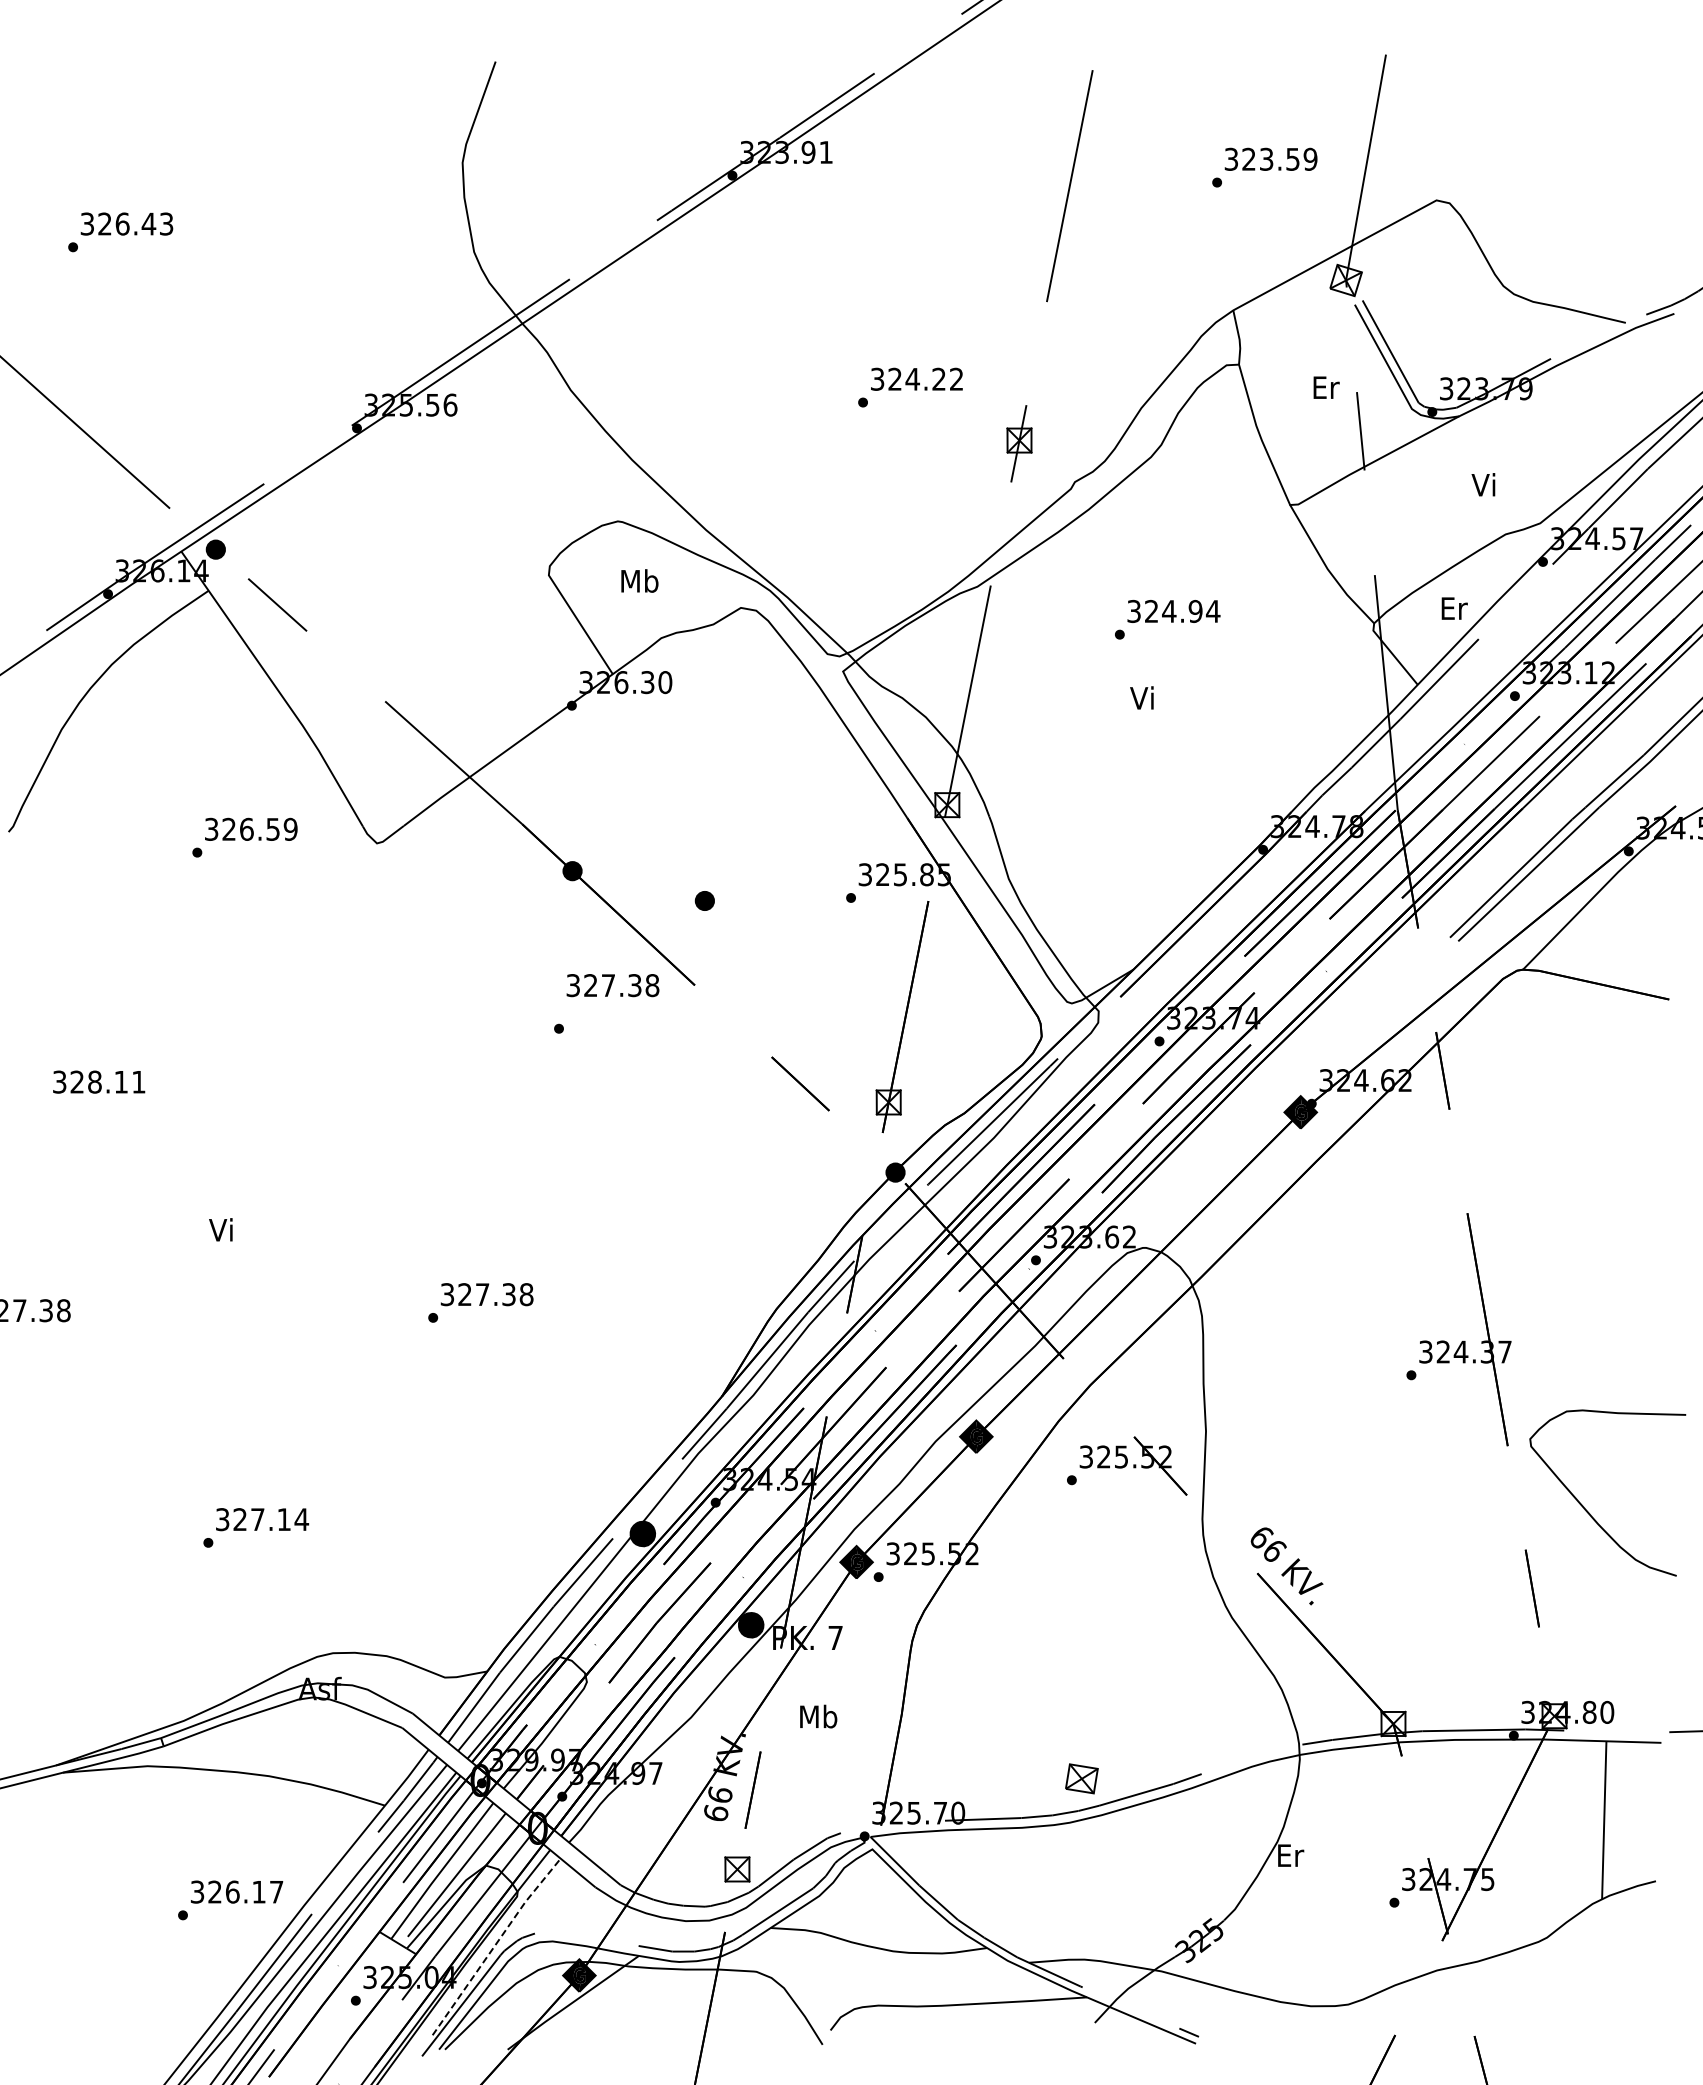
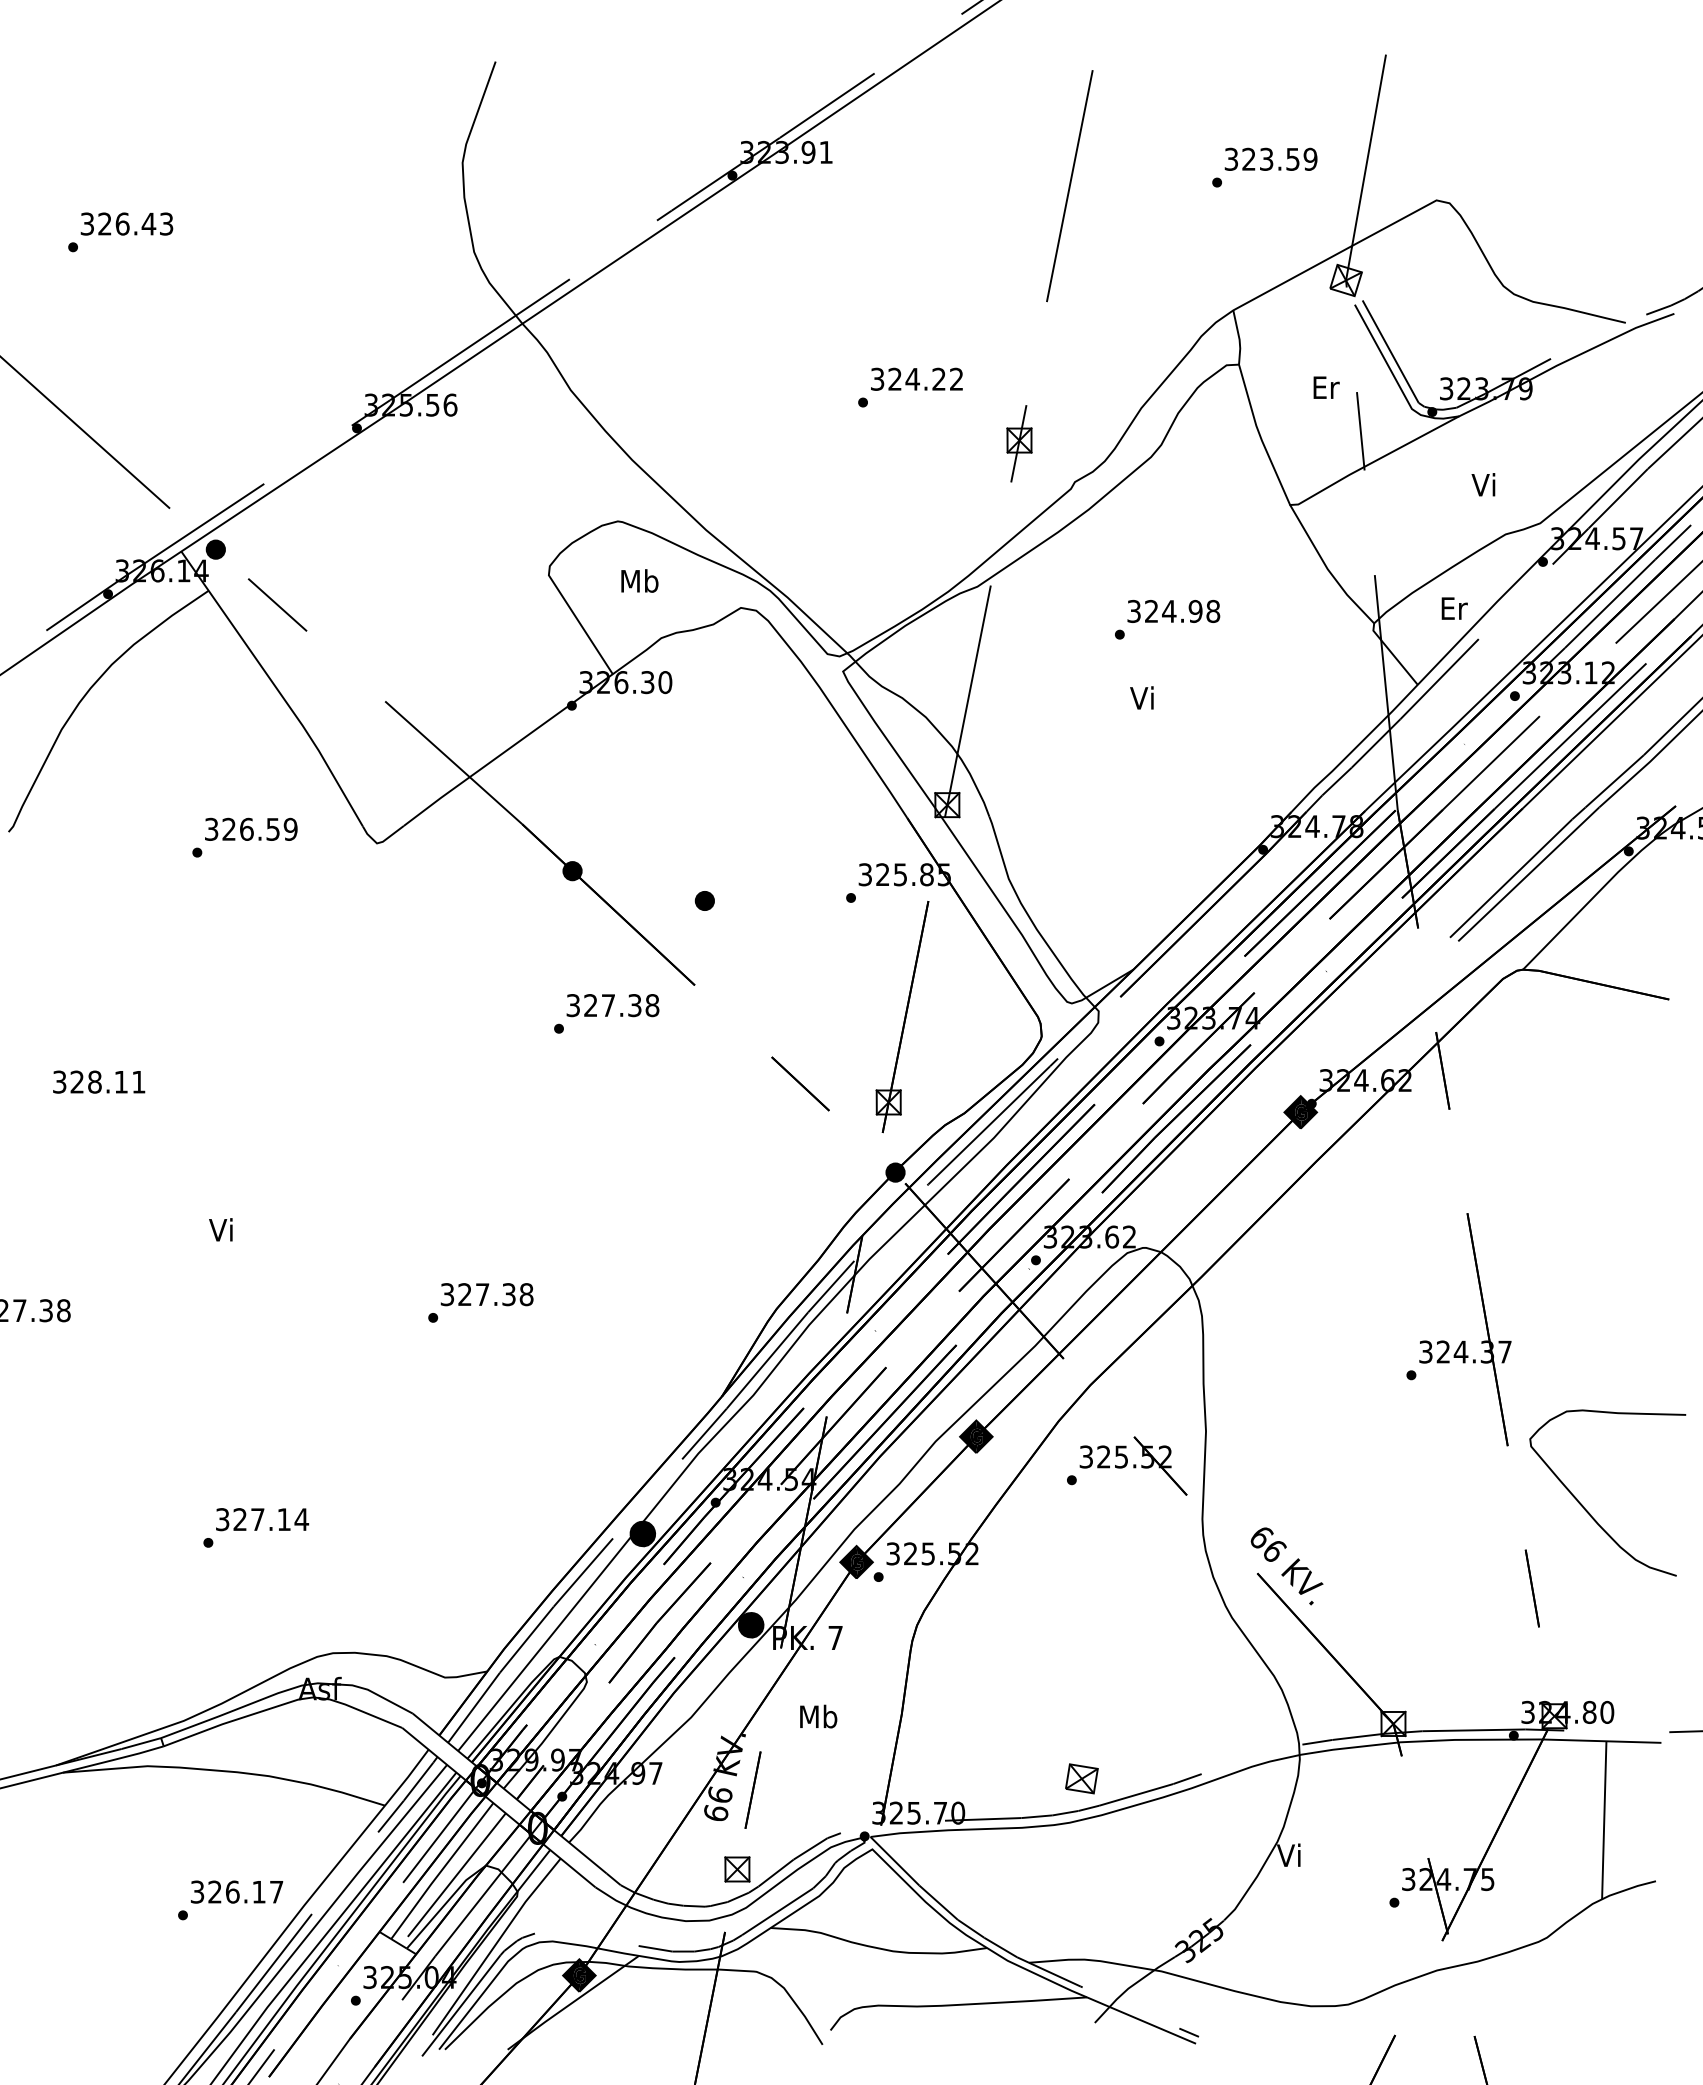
text at (1212, 611): 324.94 -> 324.98
text at (612, 985) position: (612, 985) -> (612, 1005)
text at (1290, 1854): Er -> Vi
line at (495, 1945): dashed -> solid
